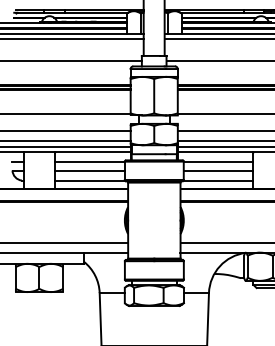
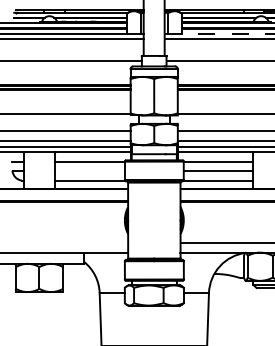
line at (219, 33): solid -> dashed
line at (89, 170): present -> none
line at (65, 242): present -> none
